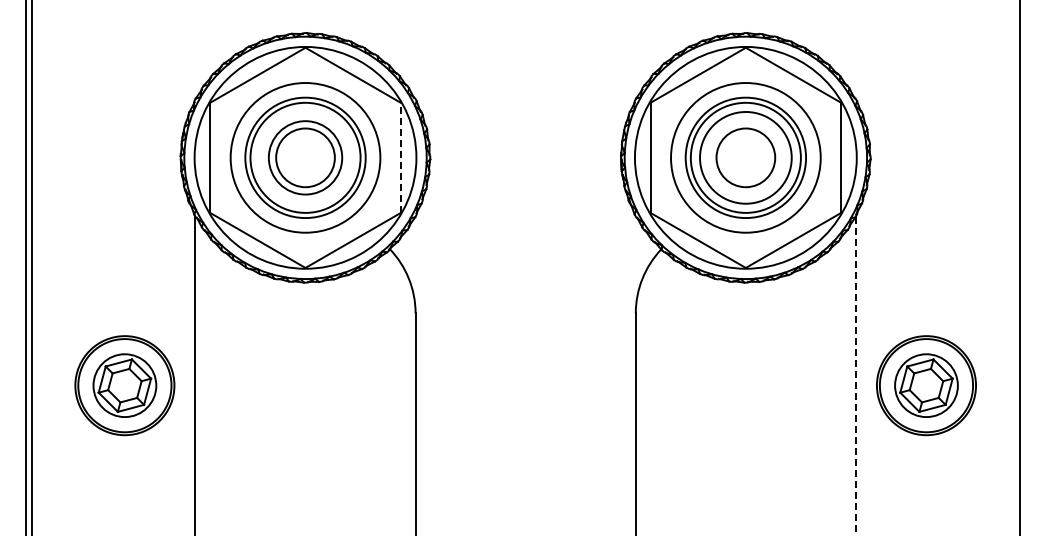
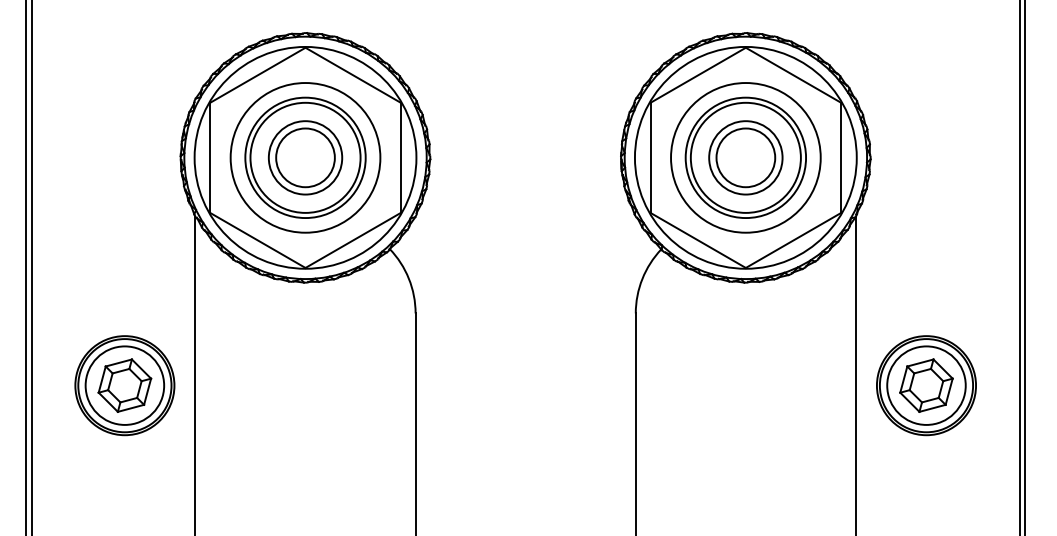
line at (400, 157): dashed -> solid
circle at (745, 157) diameter: 92 px -> 73 px
line at (1025, 267): none -> present
line at (855, 376): dashed -> solid
circle at (124, 385) diameter: 63 px -> 79 px
circle at (926, 385) diameter: 63 px -> 79 px
